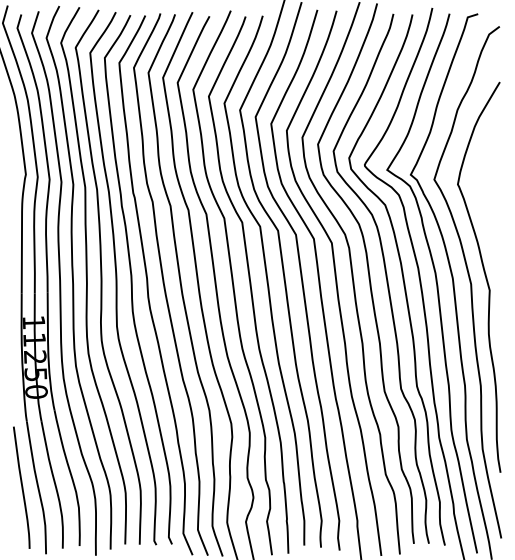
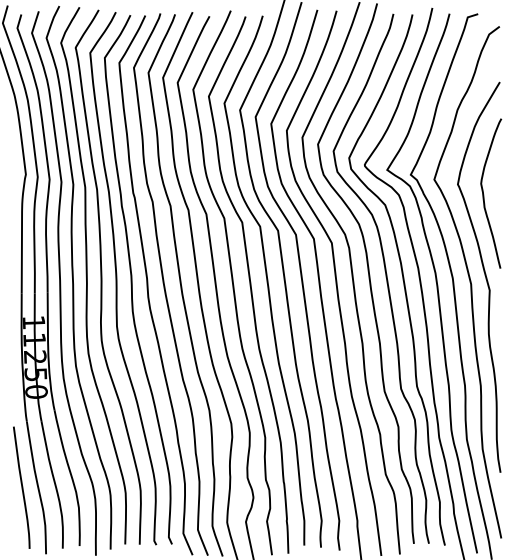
curve at (484, 194): none -> present
